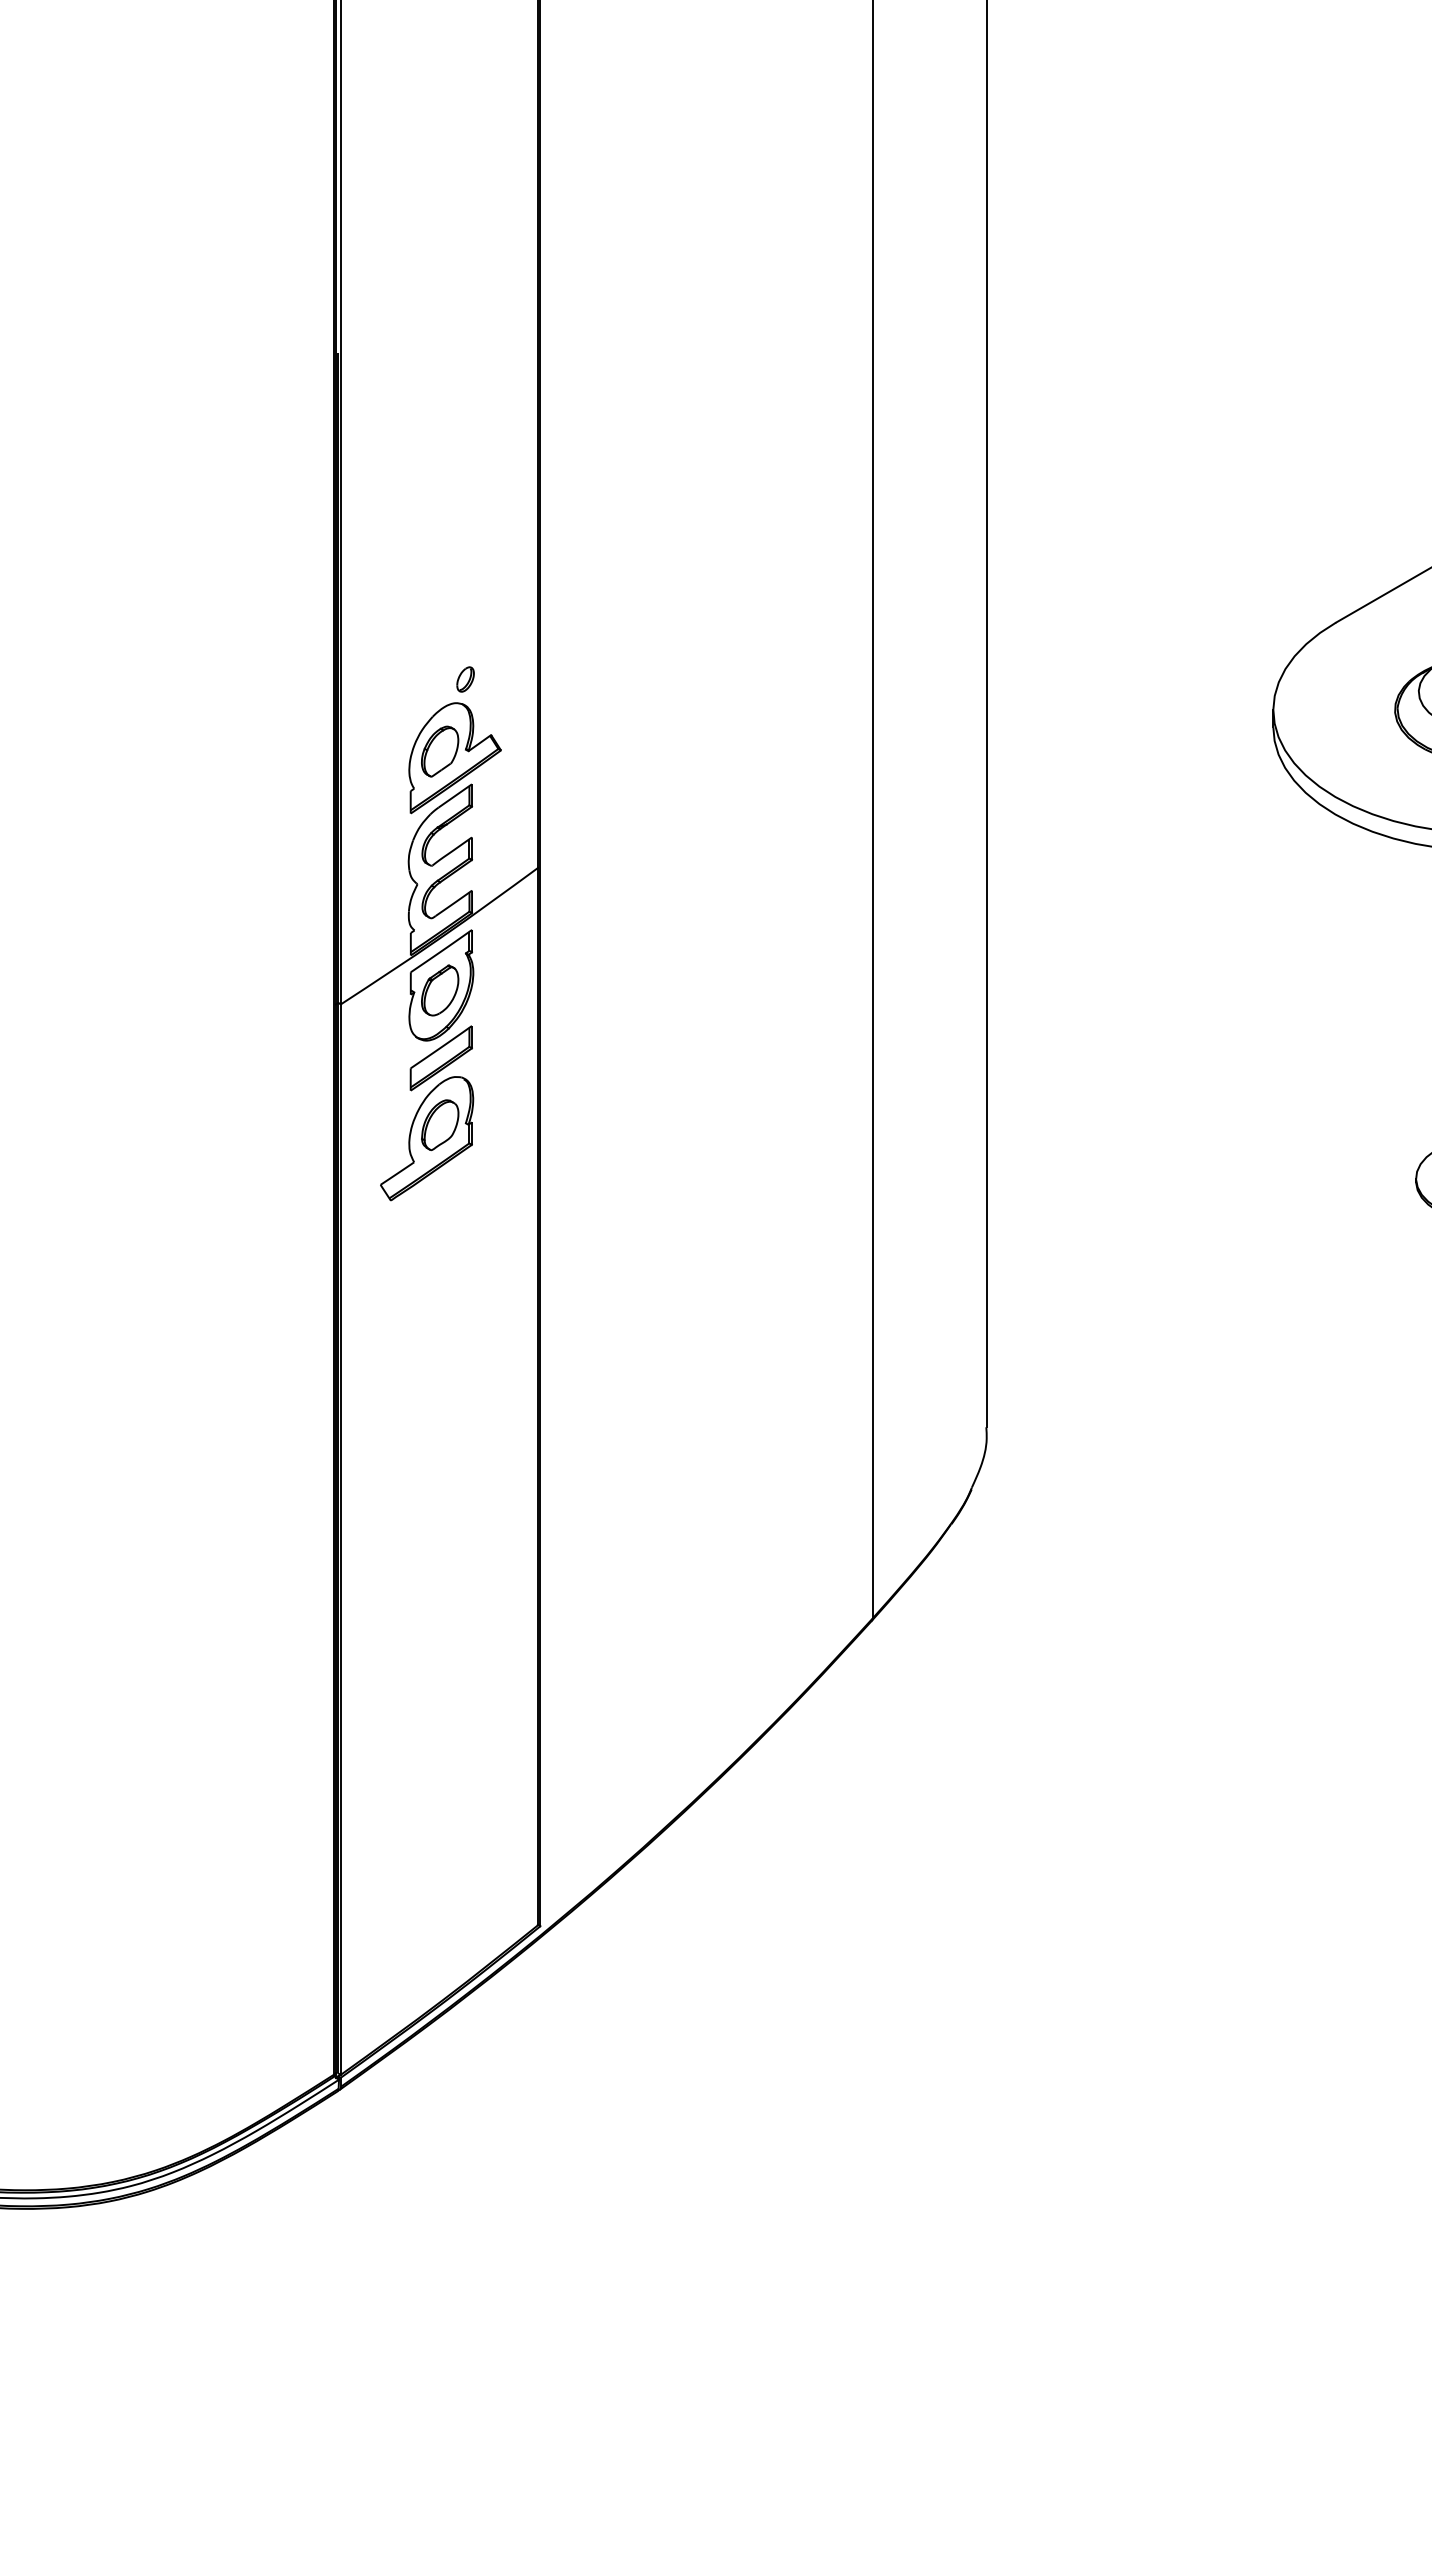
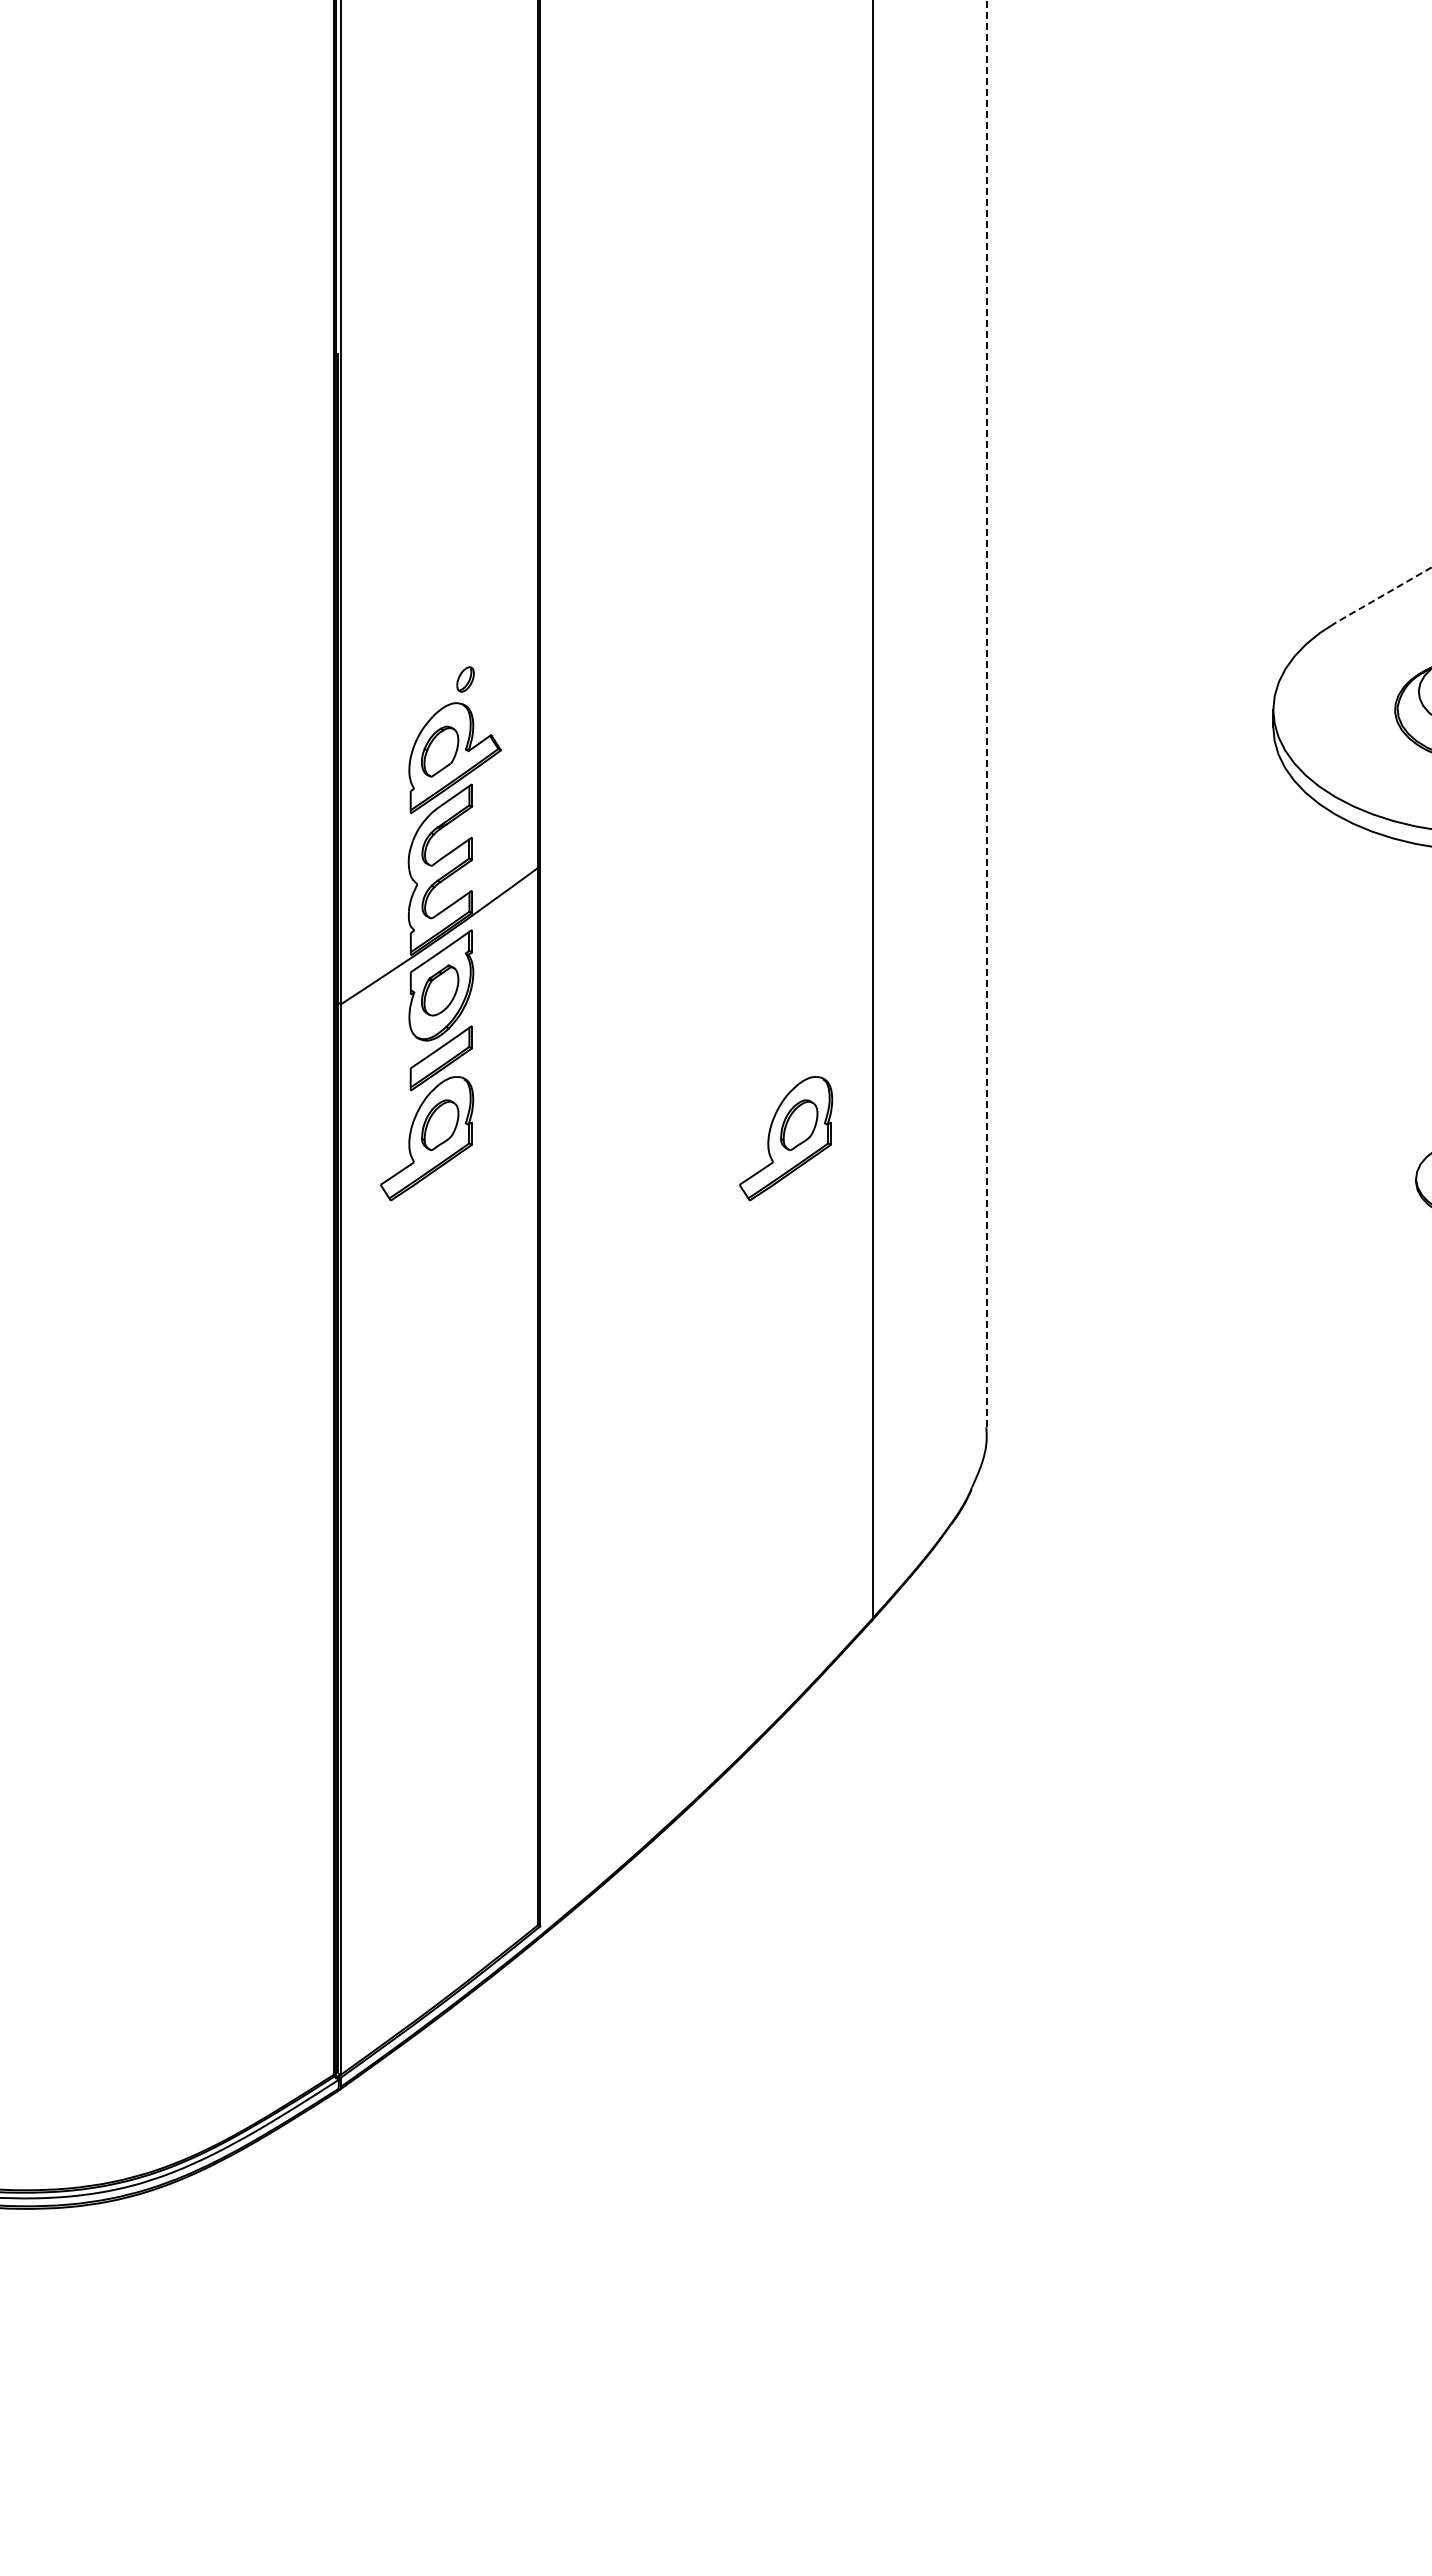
line at (1383, 595): solid -> dashed
line at (987, 713): solid -> dashed
part at (786, 1138): none -> present
